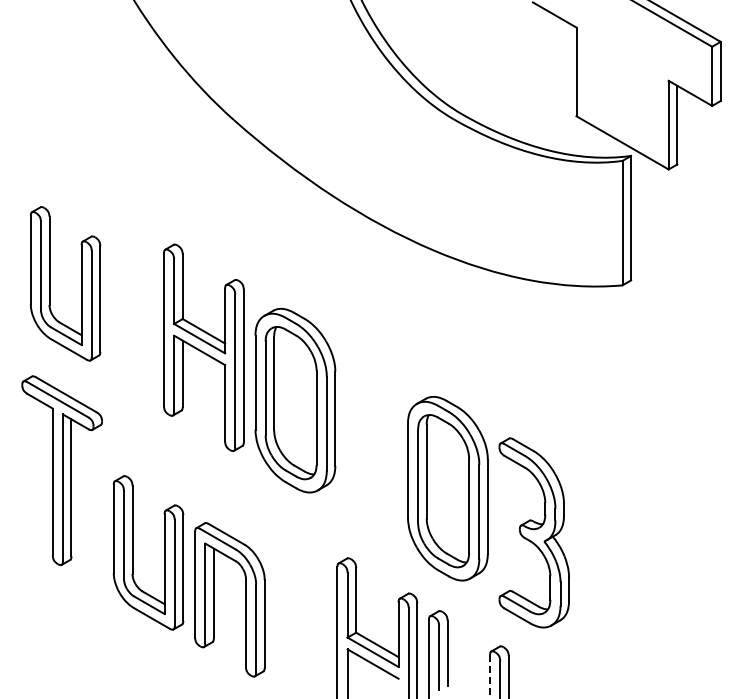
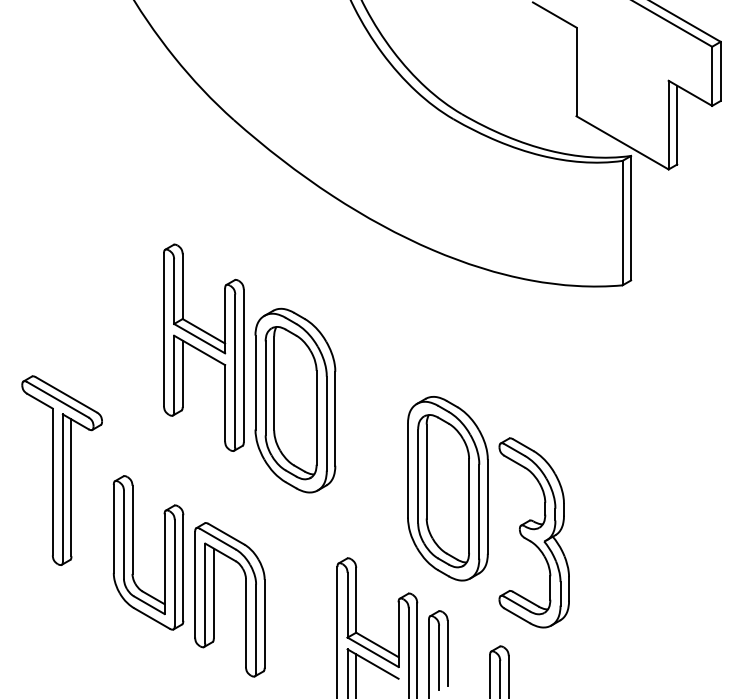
part at (50, 283): present -> none
line at (356, 674): none -> present
line at (490, 677): dashed -> solid
